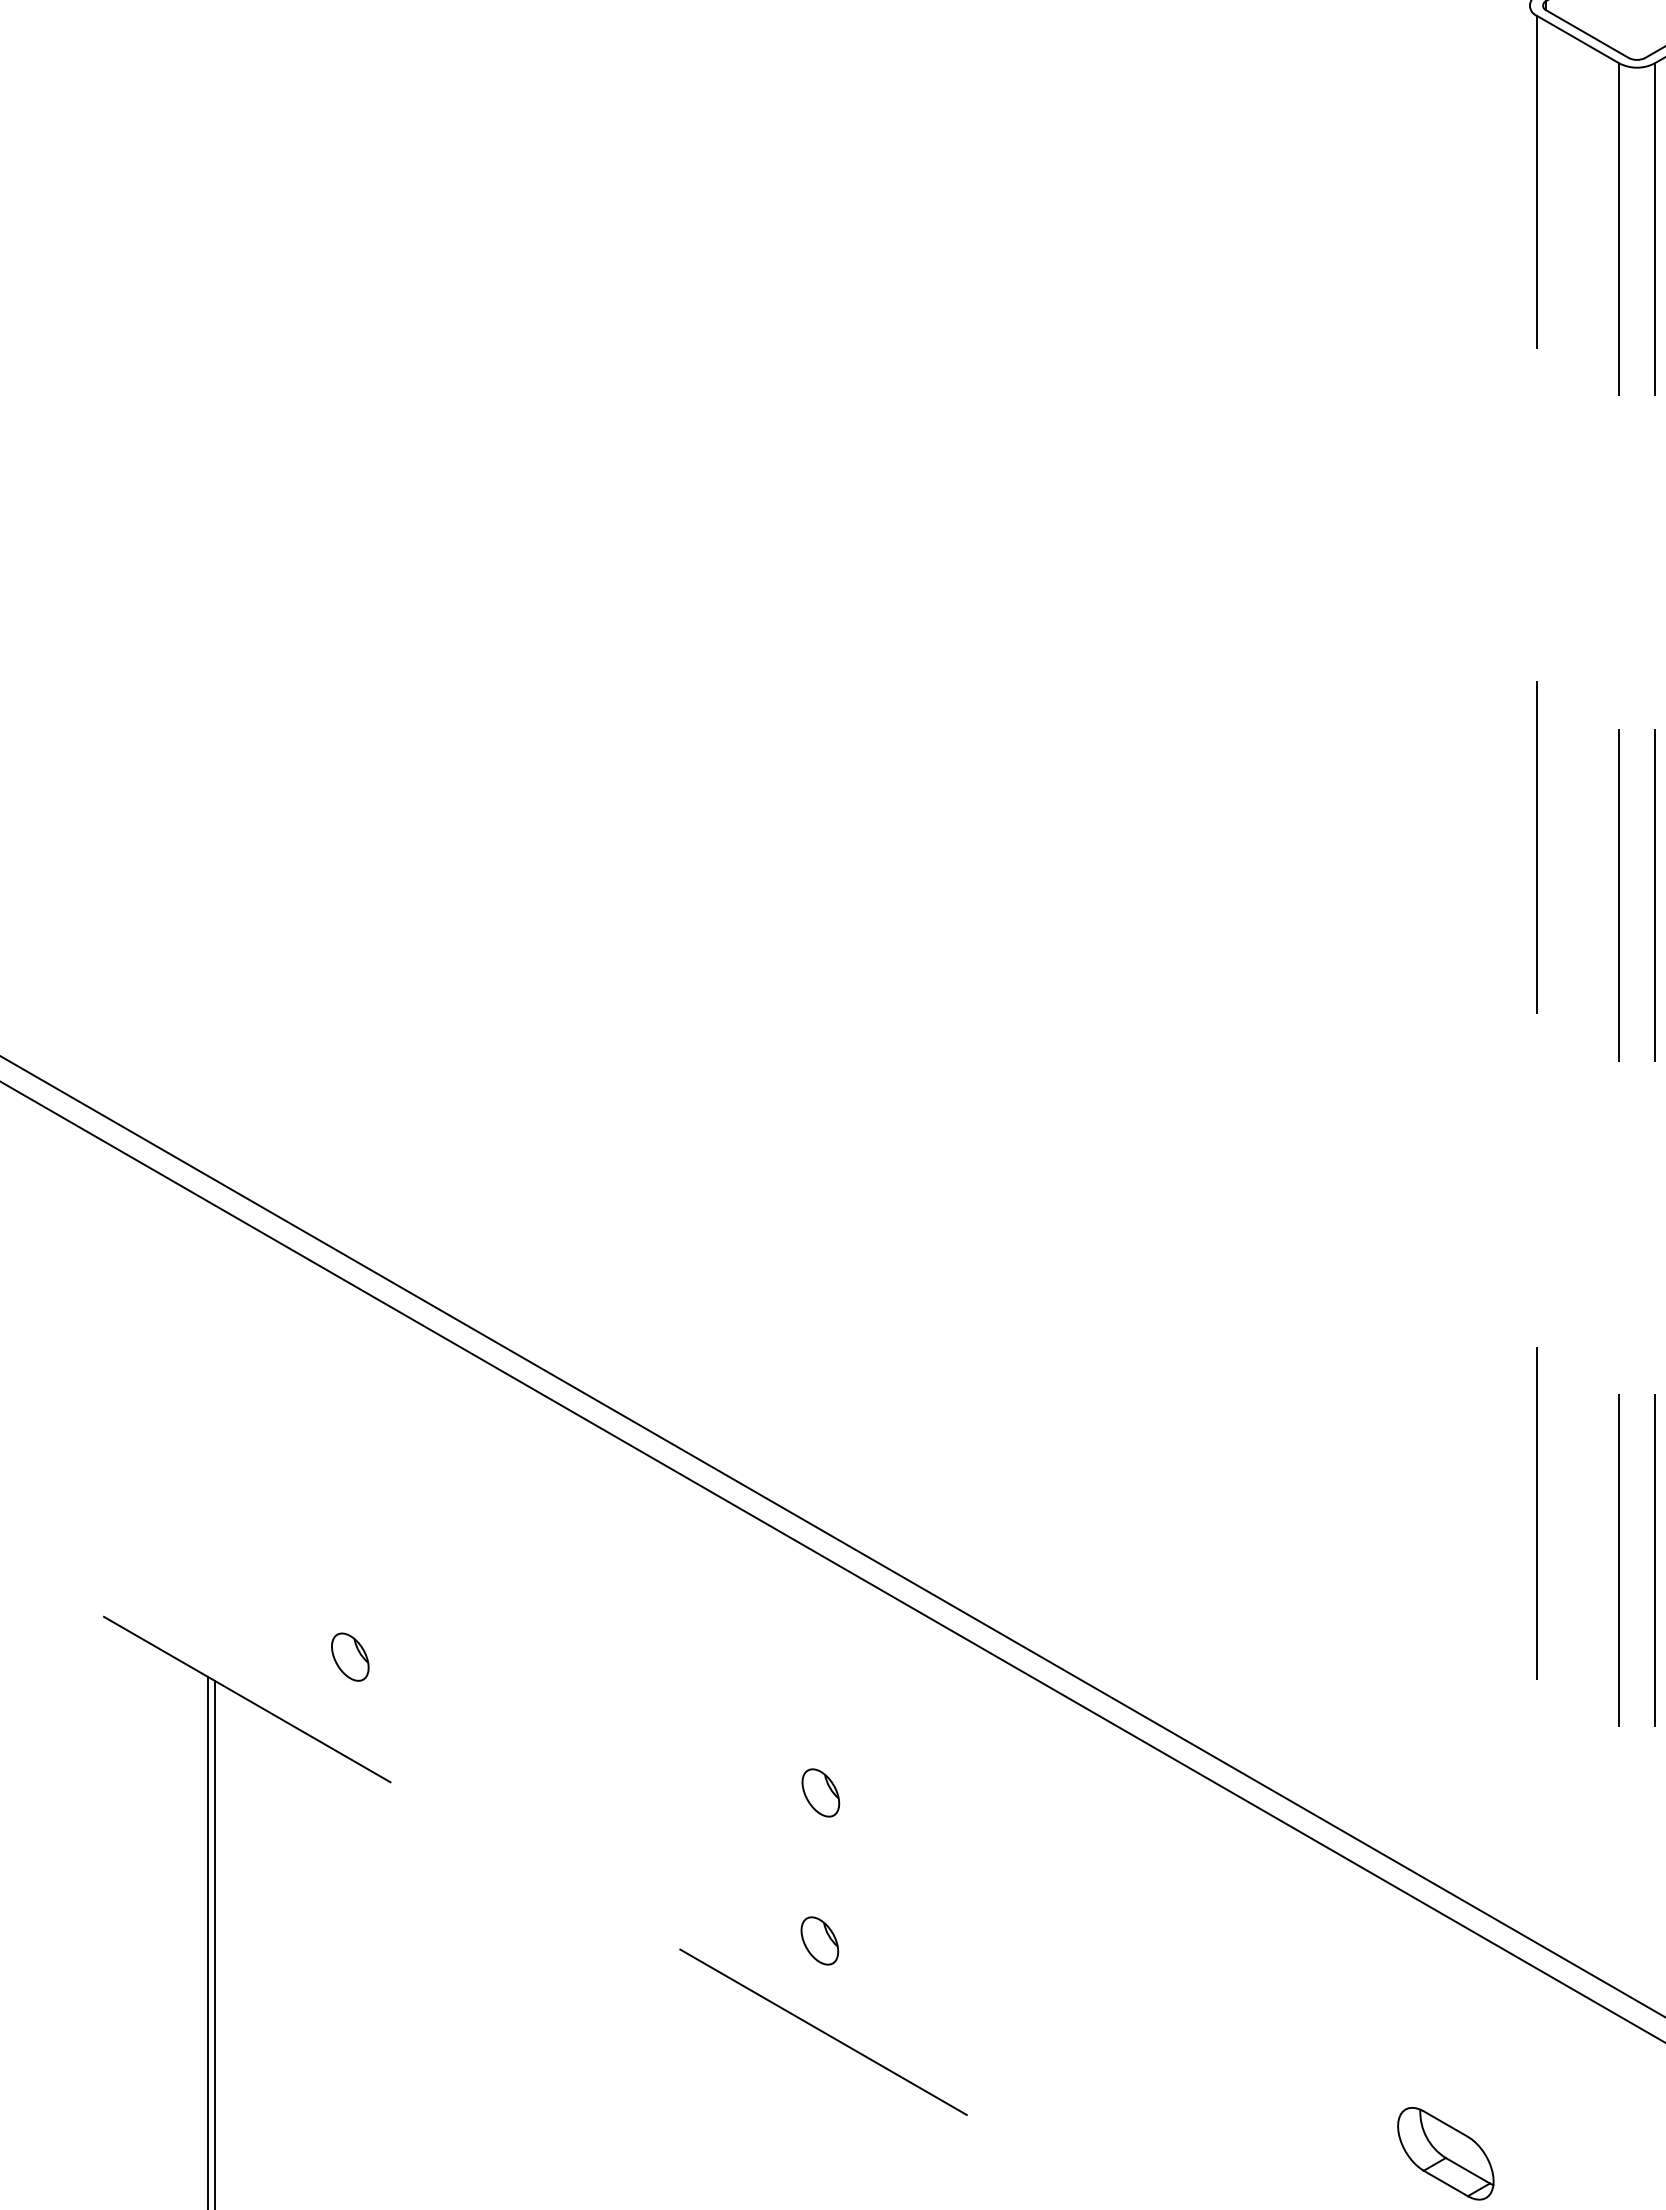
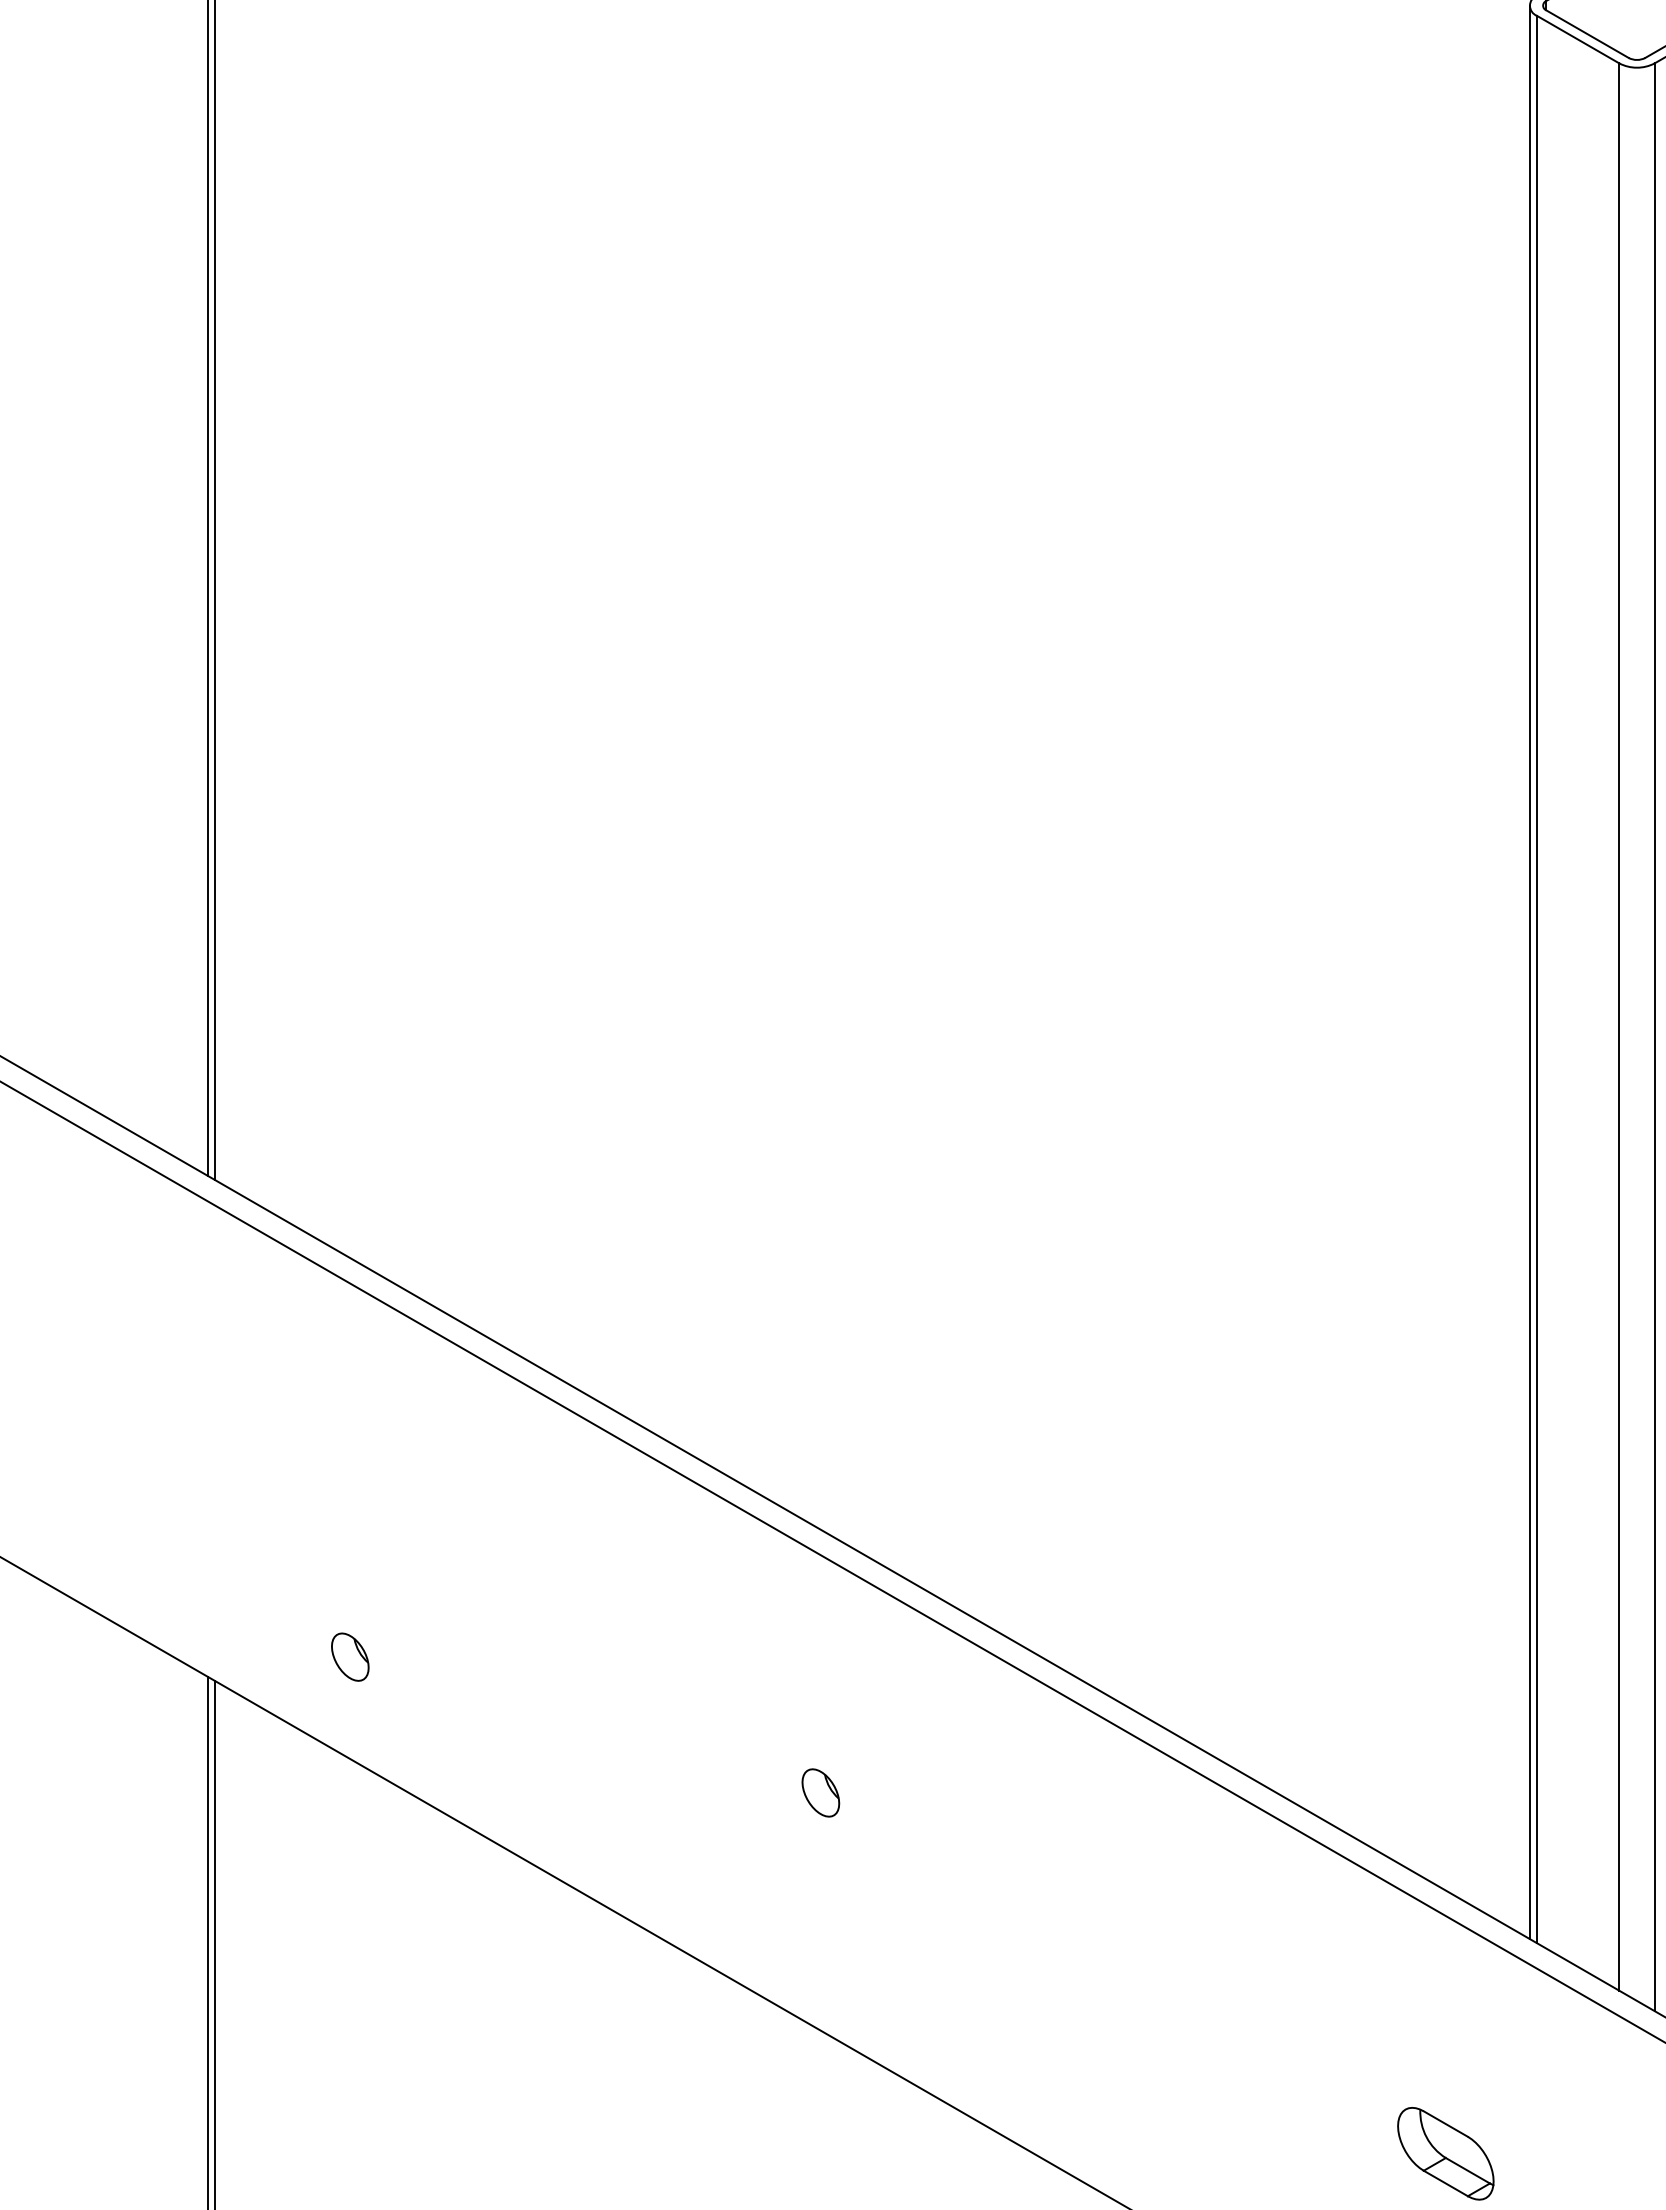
line at (207, 588): none -> present
line at (214, 591): none -> present
line at (1529, 971): none -> present
line at (1537, 979): dashed -> solid
line at (1619, 1027): dashed -> solid
line at (1654, 1037): dashed -> solid
line at (565, 1883): dashed -> solid
part at (819, 1940): present -> none
